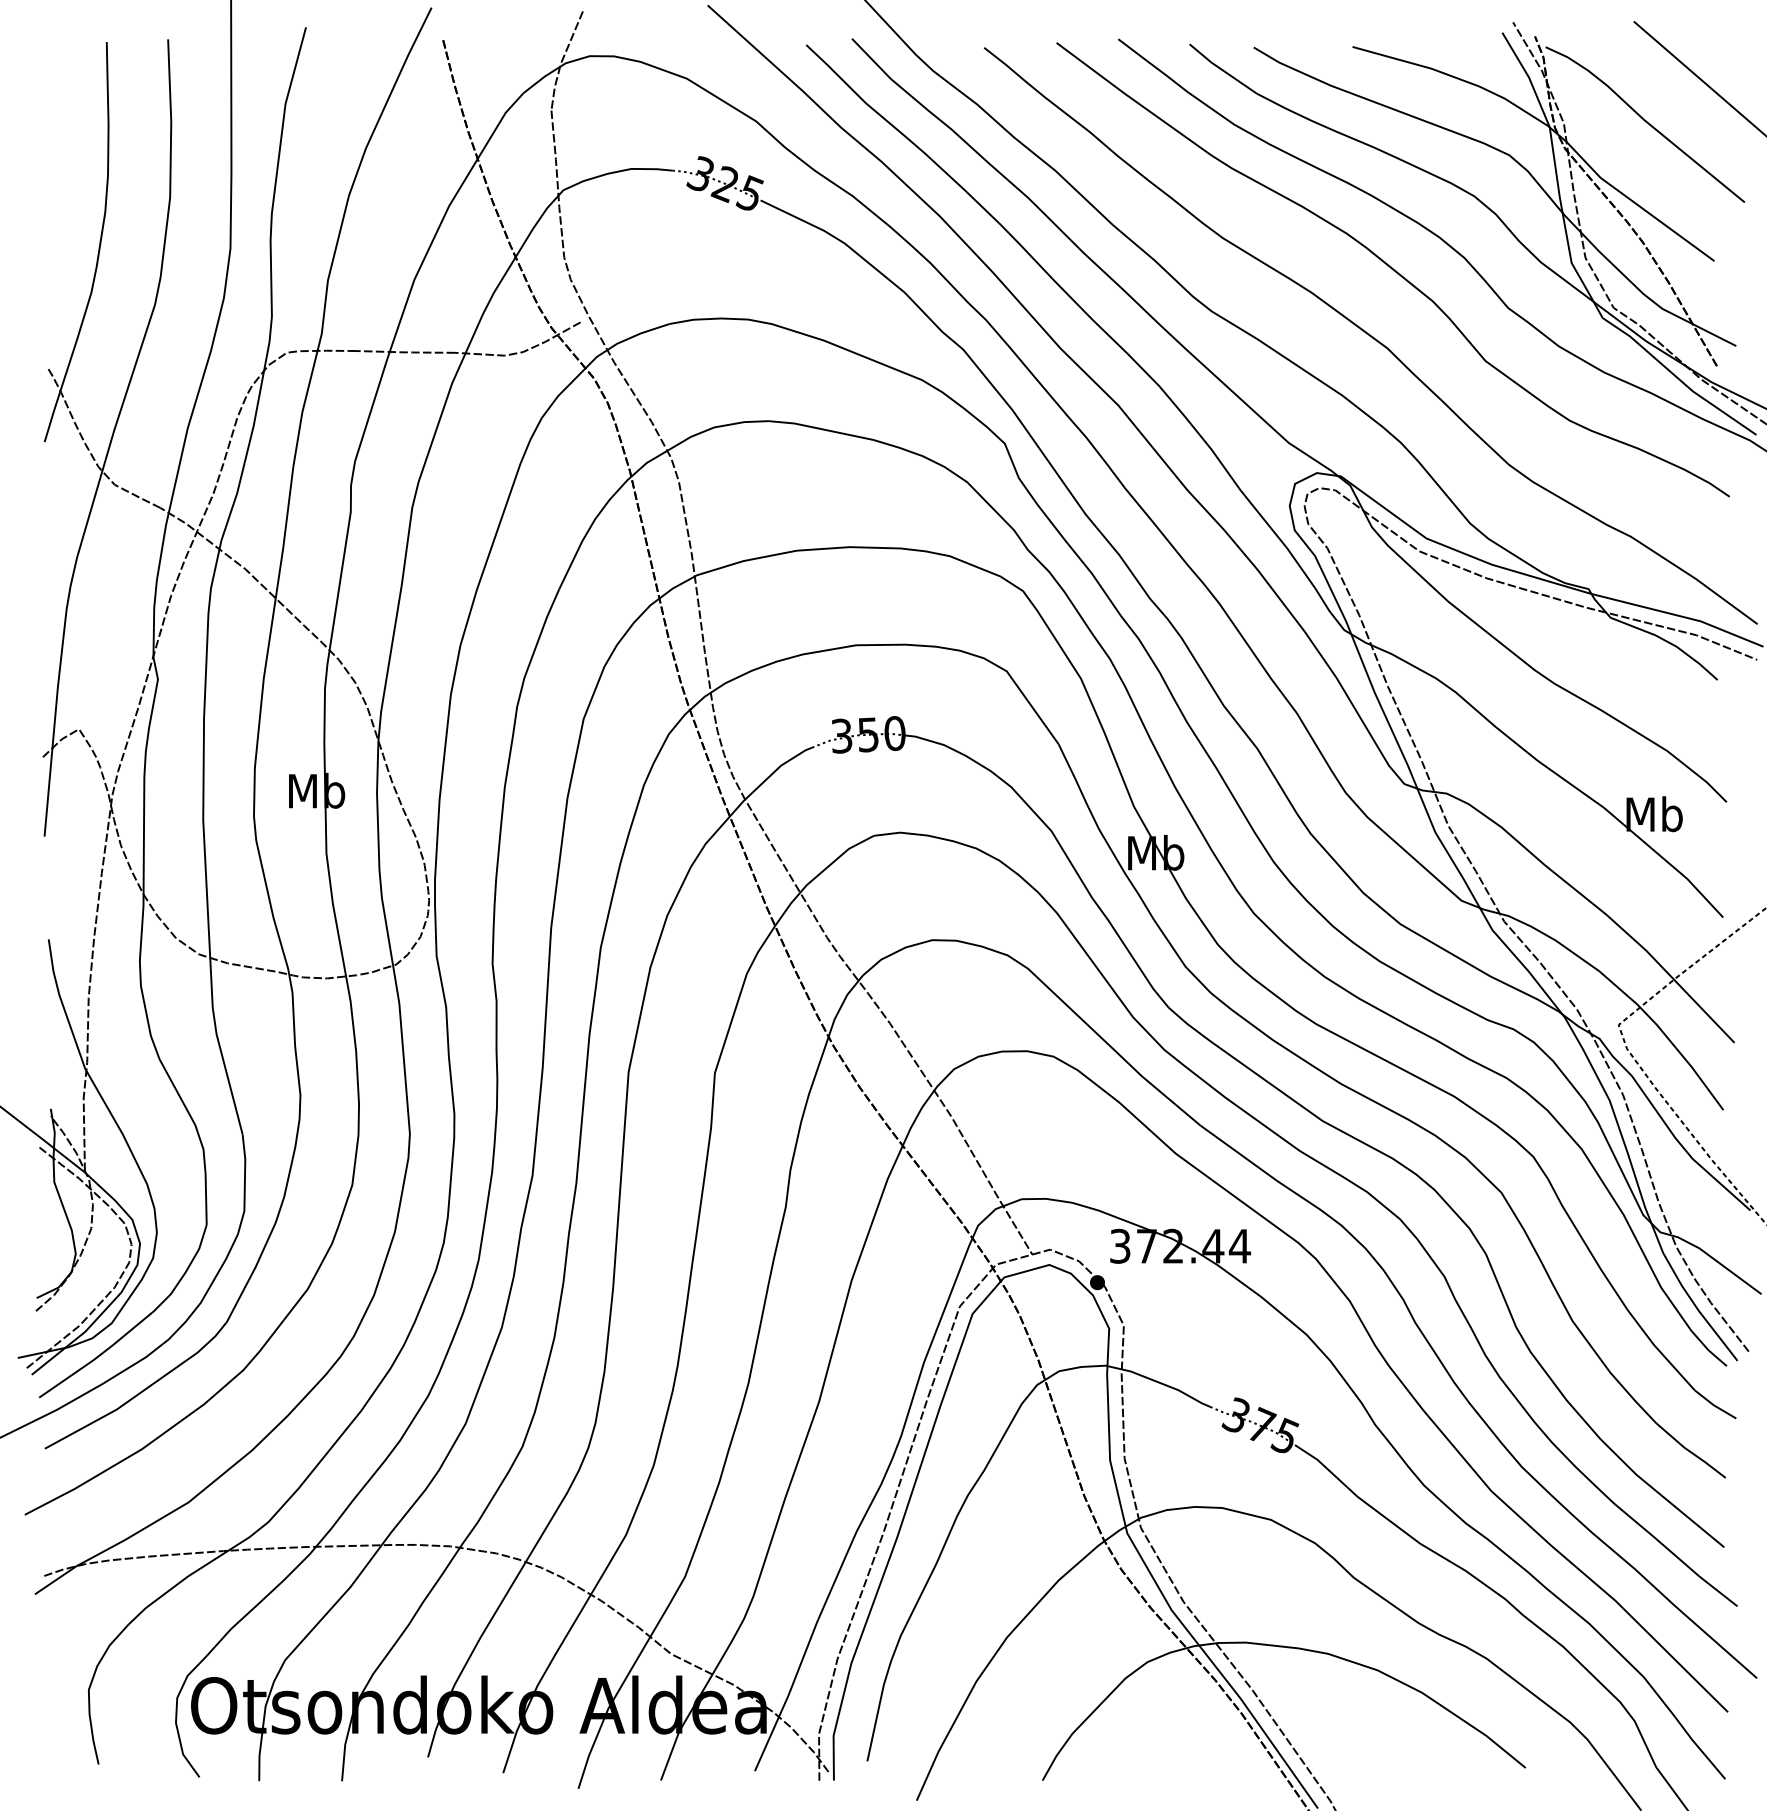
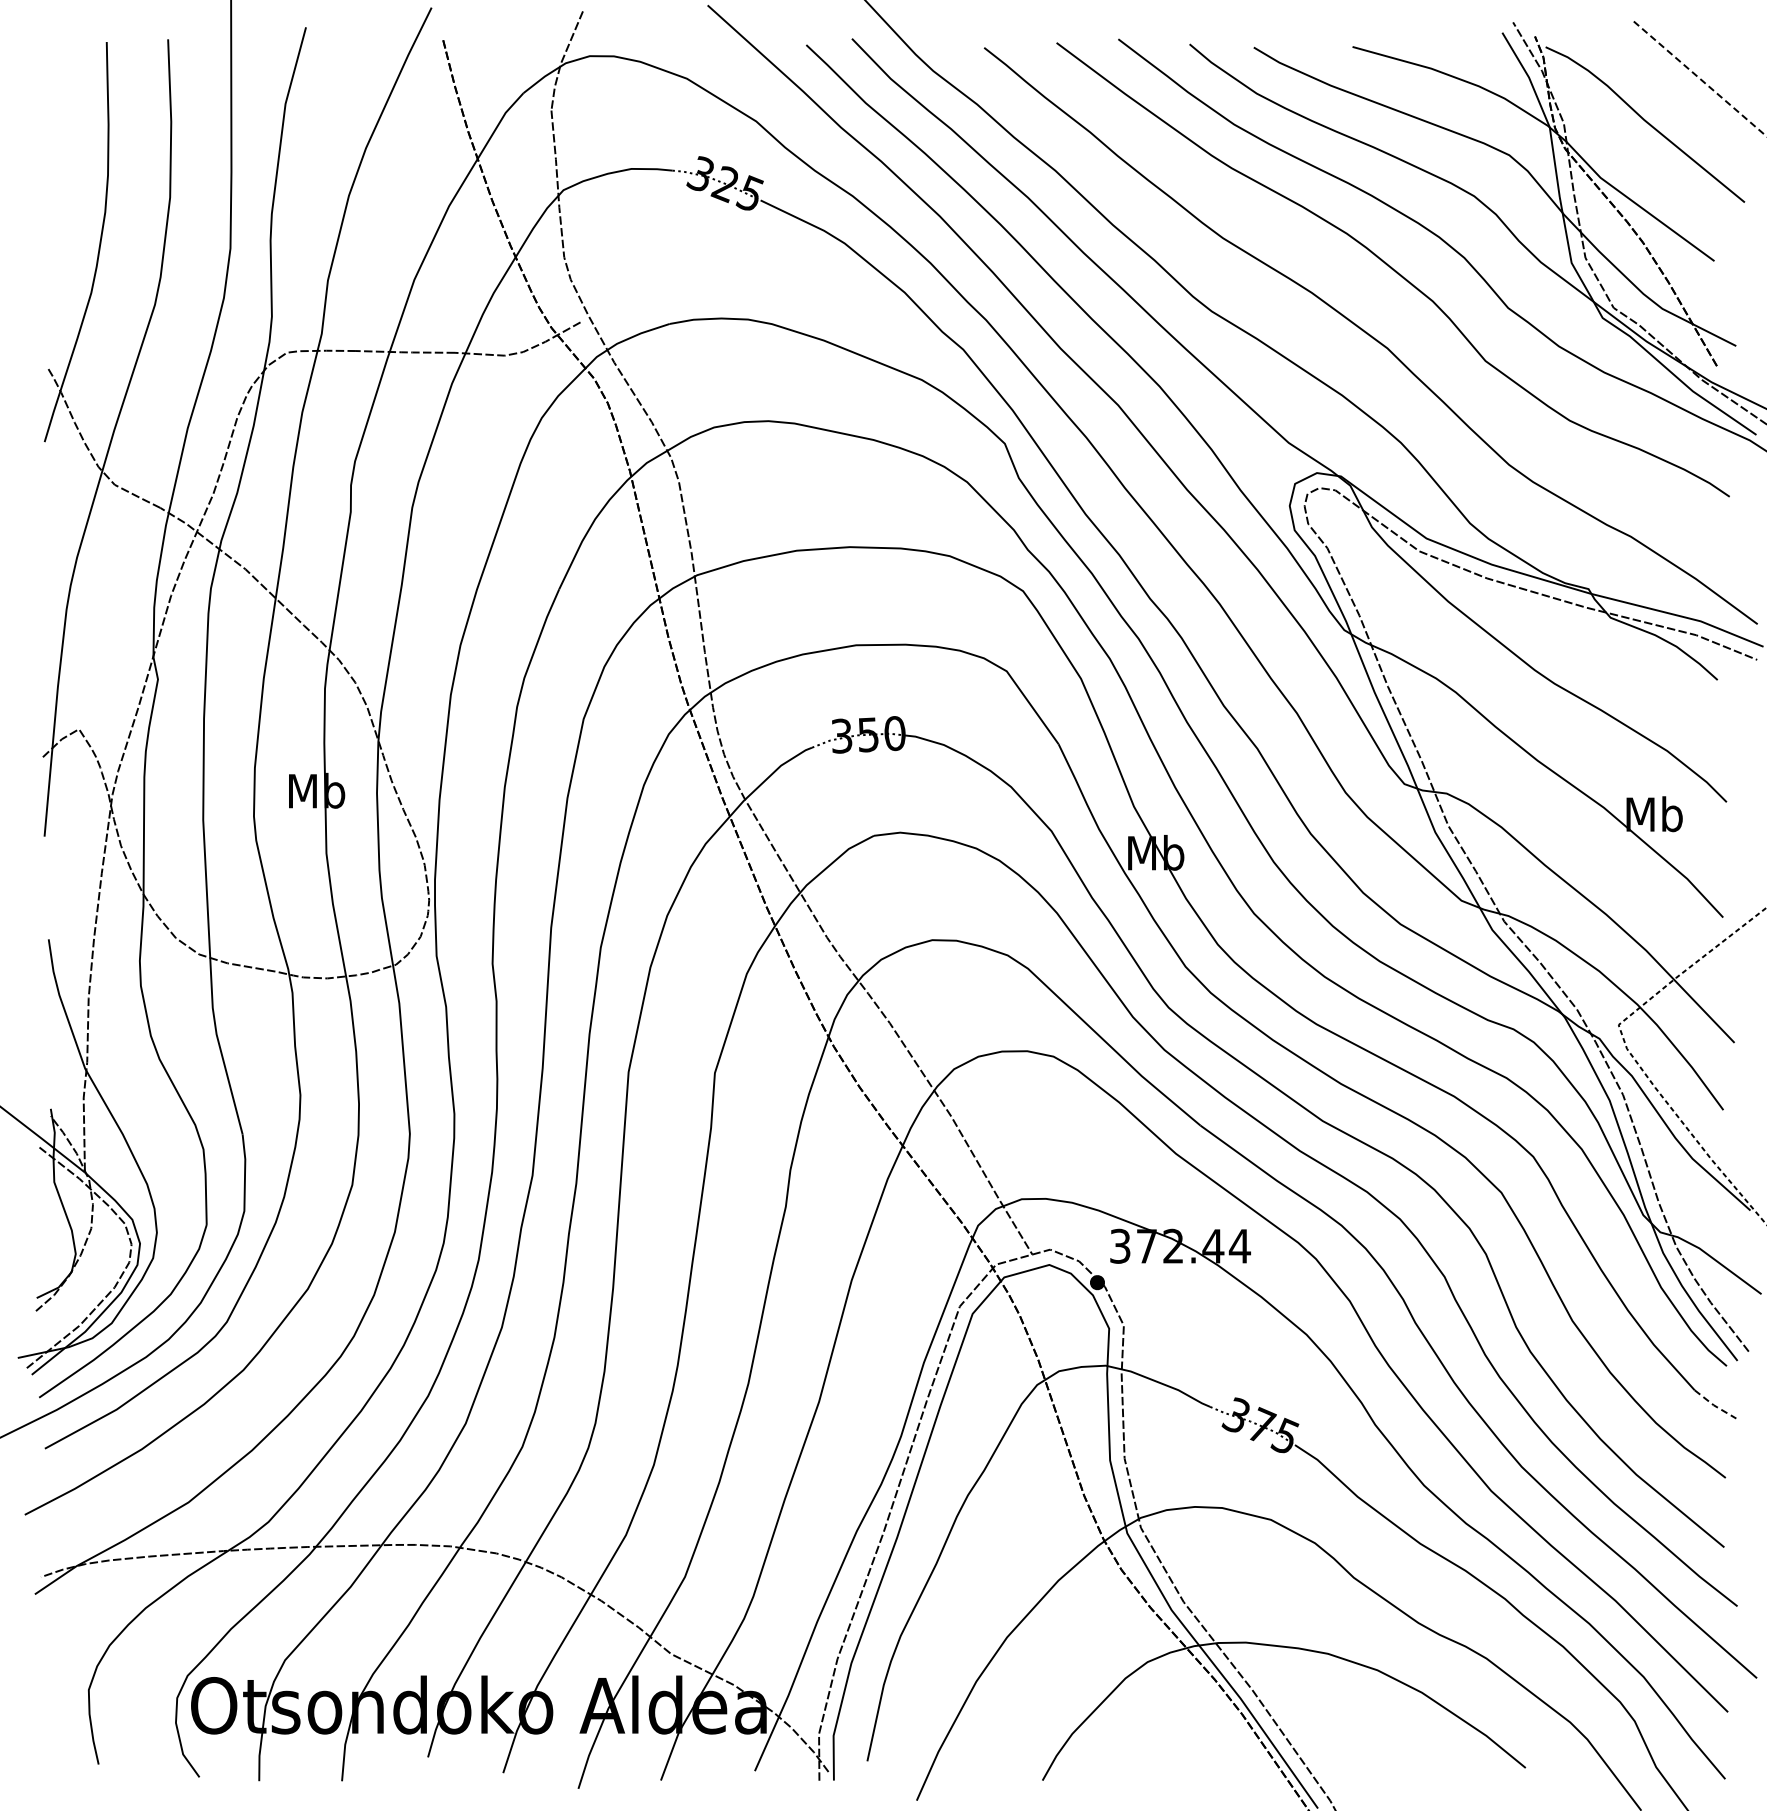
line at (1700, 79): solid -> dashed
line at (1714, 1405): solid -> dashed
